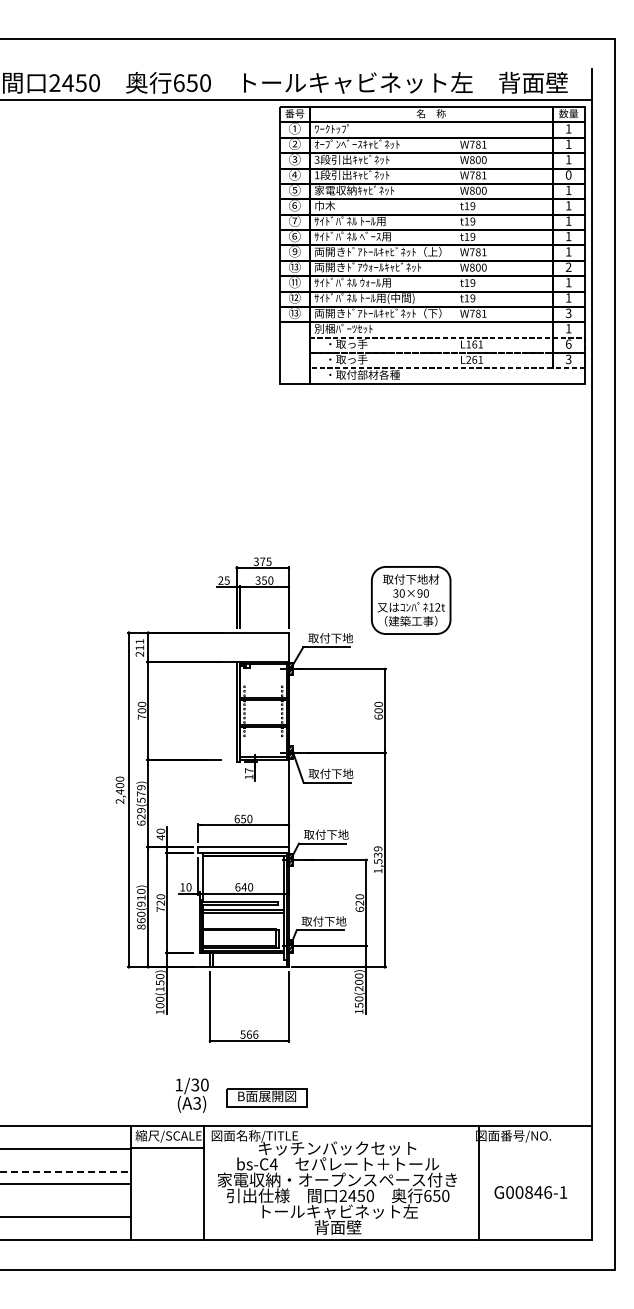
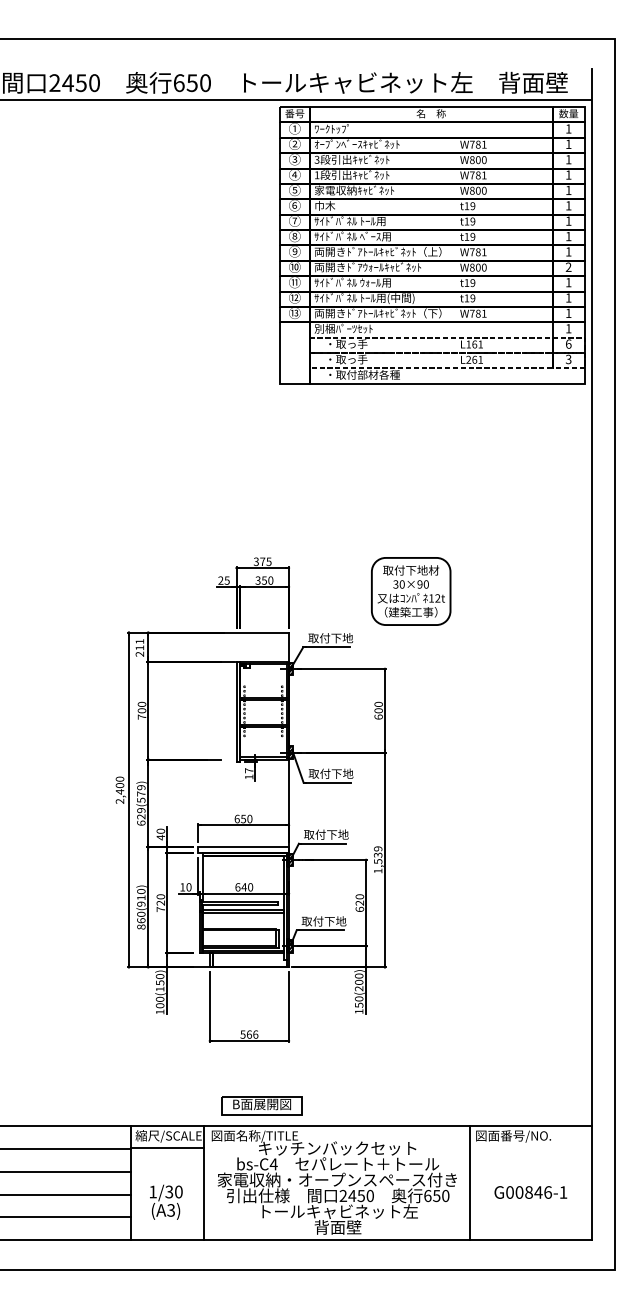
text at (568, 174): 0 -> 1
text at (294, 236): ⑥ -> ⑧
text at (296, 266): ⑬ -> ⑩
text at (568, 313): 3 -> 1
part at (411, 600) position: (411, 600) -> (411, 591)
text at (192, 1094) position: (192, 1094) -> (166, 1201)
part at (266, 1097) position: (266, 1097) -> (261, 1105)
line at (66, 1171): dashed -> solid
line at (66, 1183) position: (66, 1183) -> (66, 1194)
line at (478, 1183) position: (478, 1183) -> (469, 1183)
